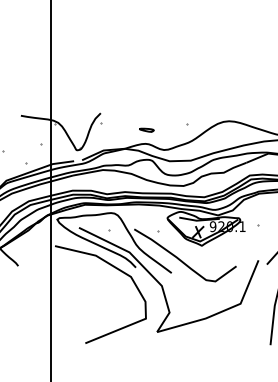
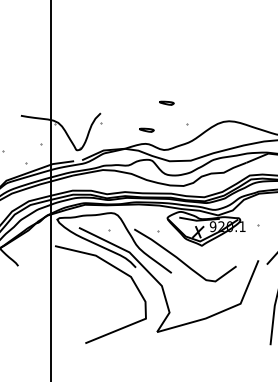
part at (166, 102): none -> present
